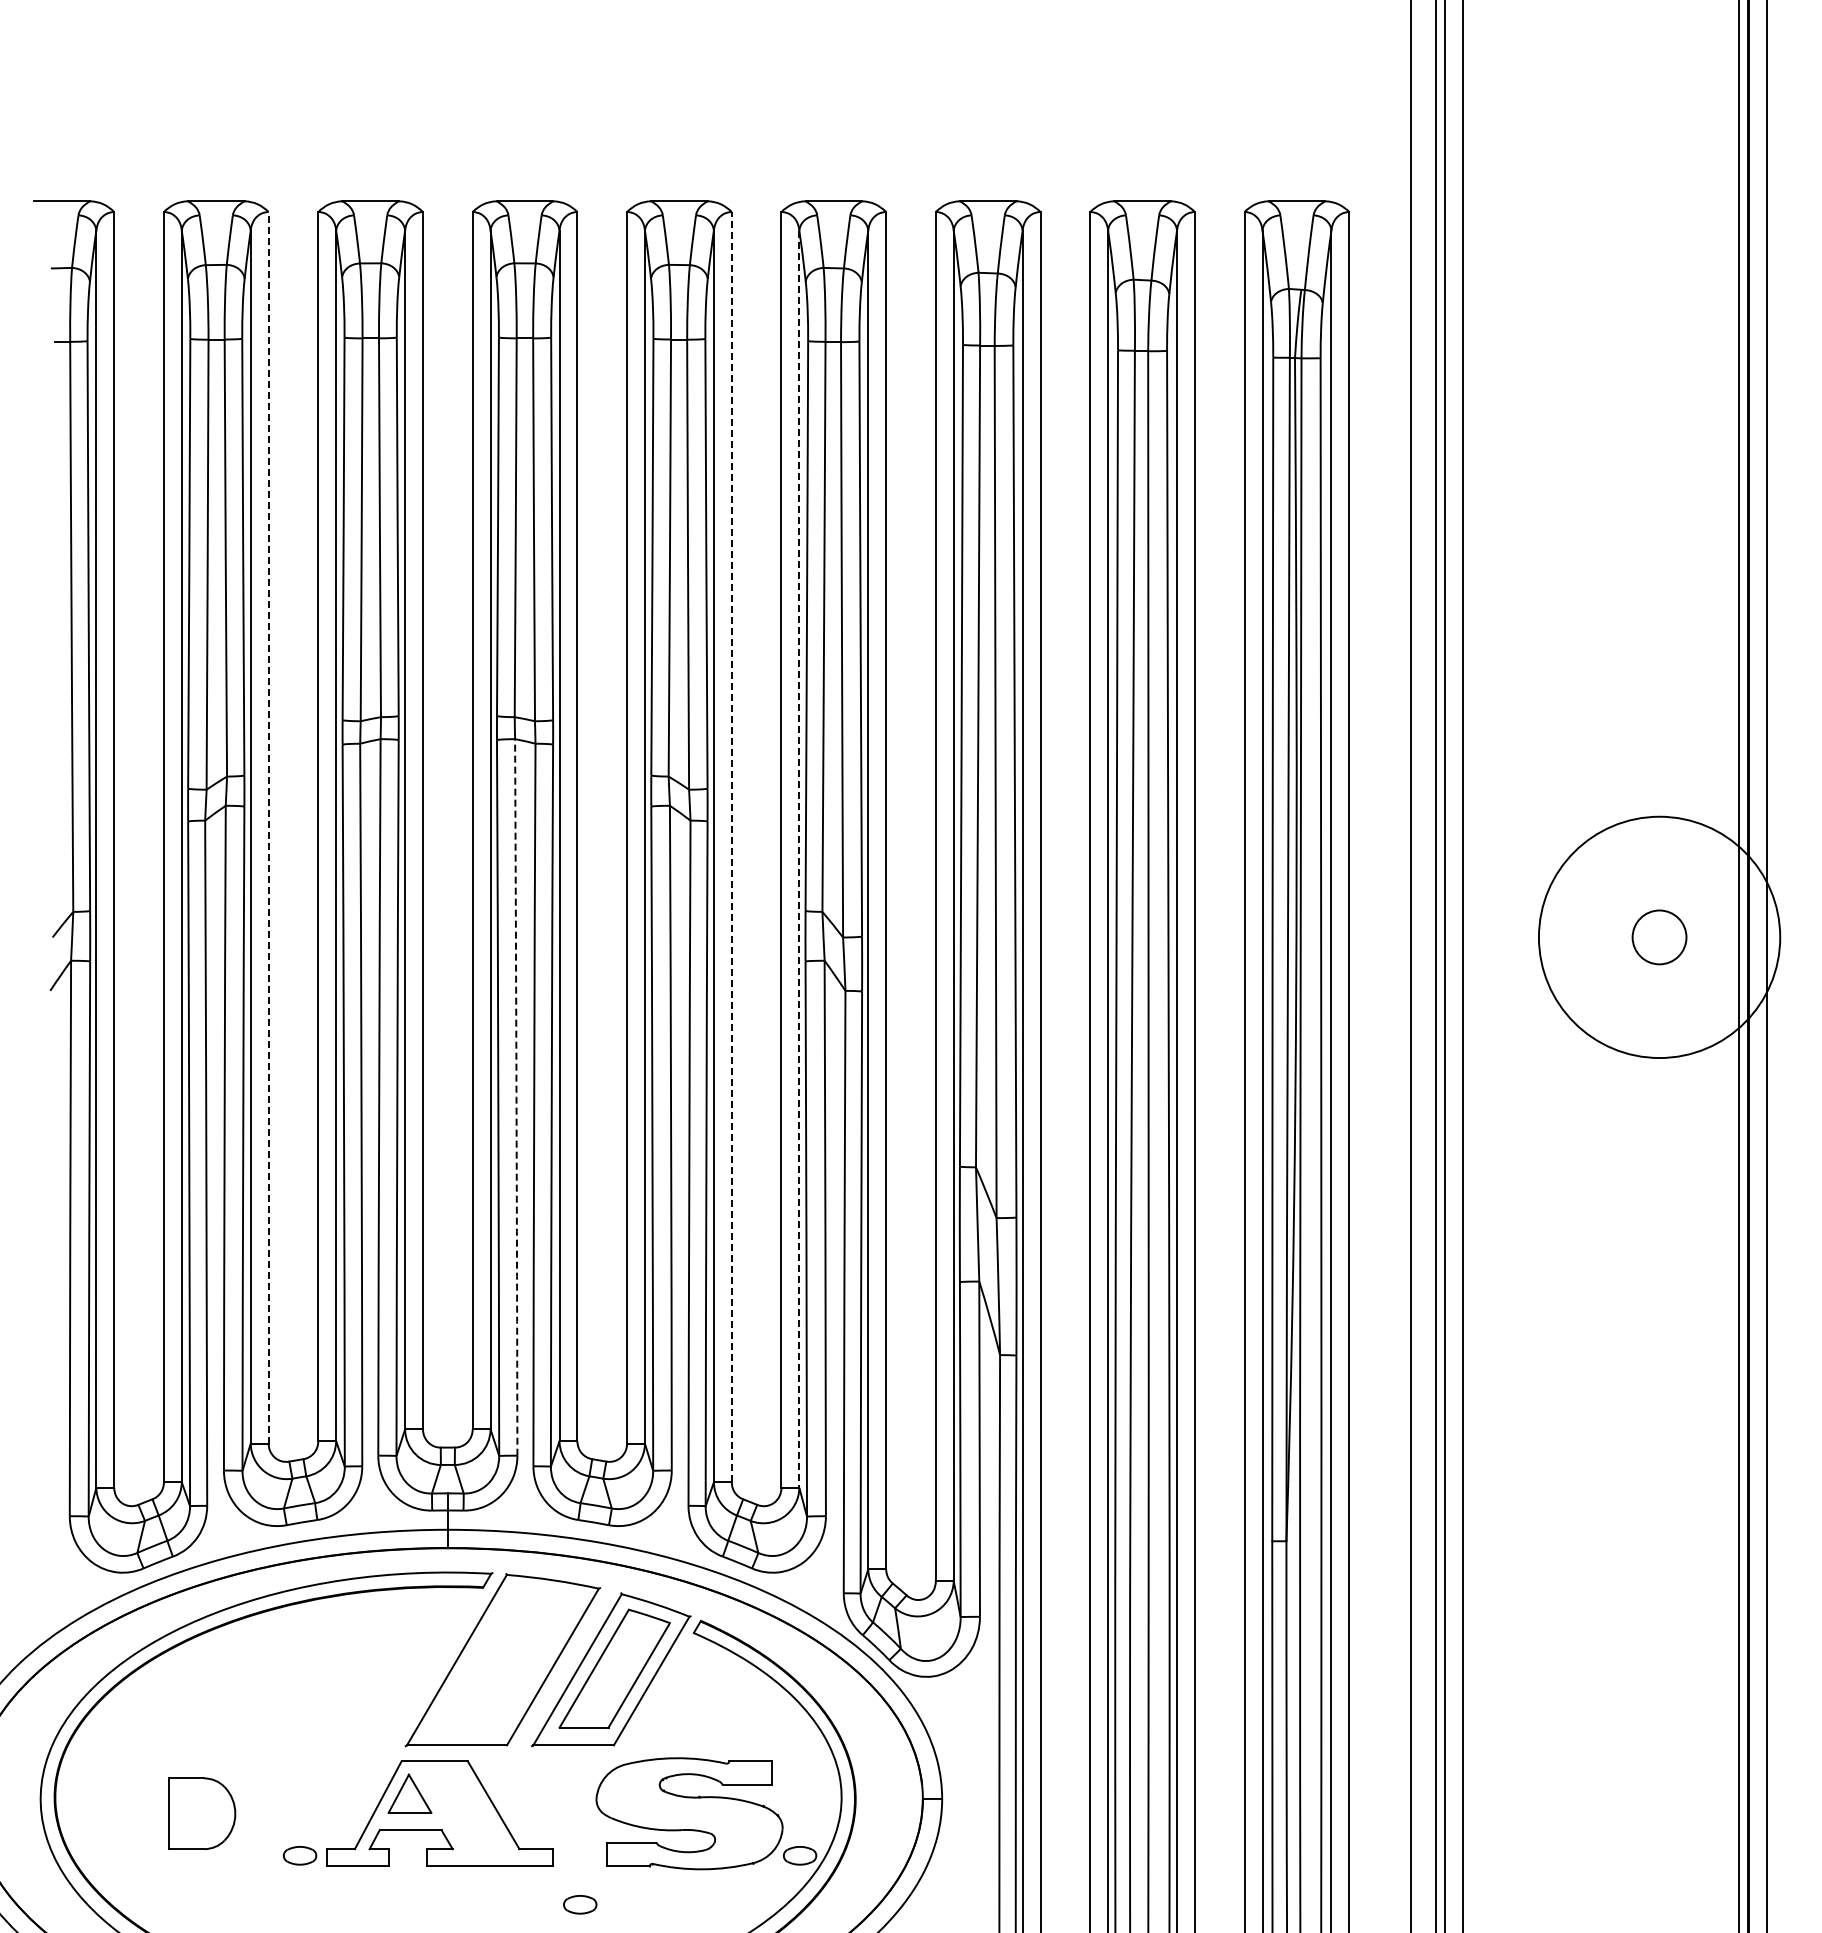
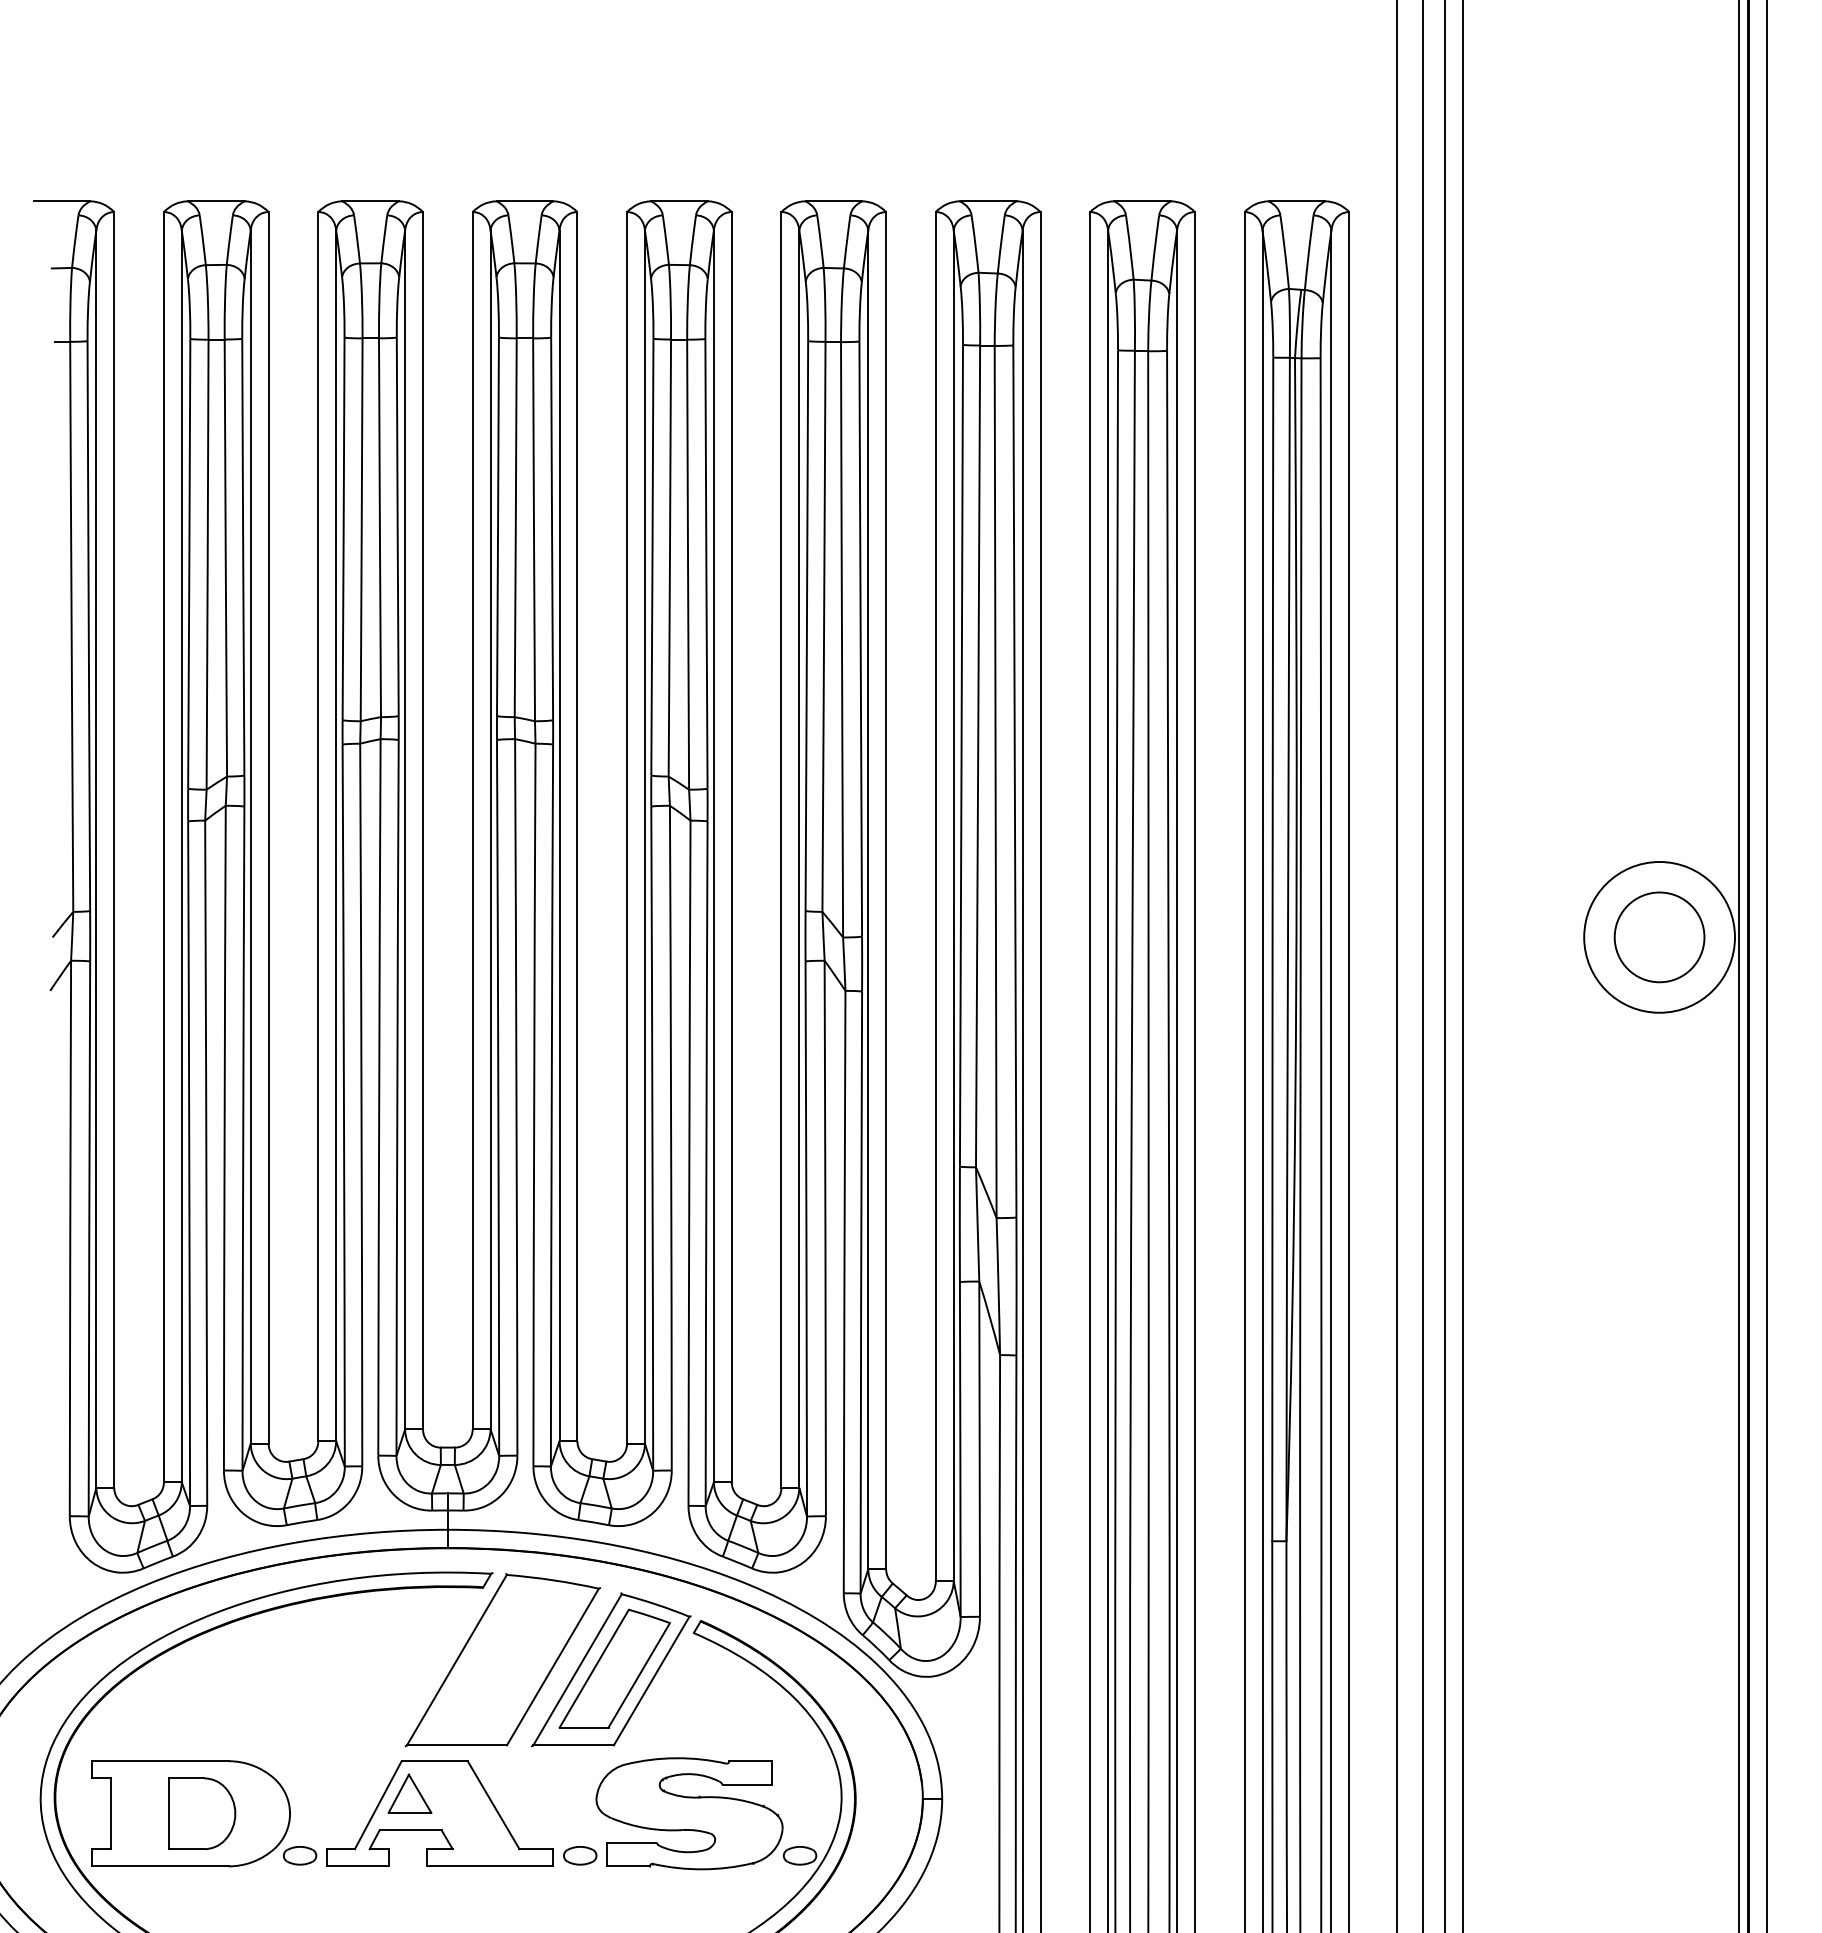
line at (268, 827): dashed -> solid
line at (731, 846): dashed -> solid
line at (799, 859): dashed -> solid
circle at (1659, 937) diameter: 241 px -> 151 px
circle at (1659, 937) size: 57x57 px -> 93x93 px
line at (1410, 965) position: (1410, 965) -> (1396, 965)
line at (1436, 965) position: (1436, 965) -> (1423, 965)
arc at (516, 1097): dashed -> solid
part at (190, 1813): none -> present
part at (580, 1904) position: (580, 1904) -> (580, 1855)
